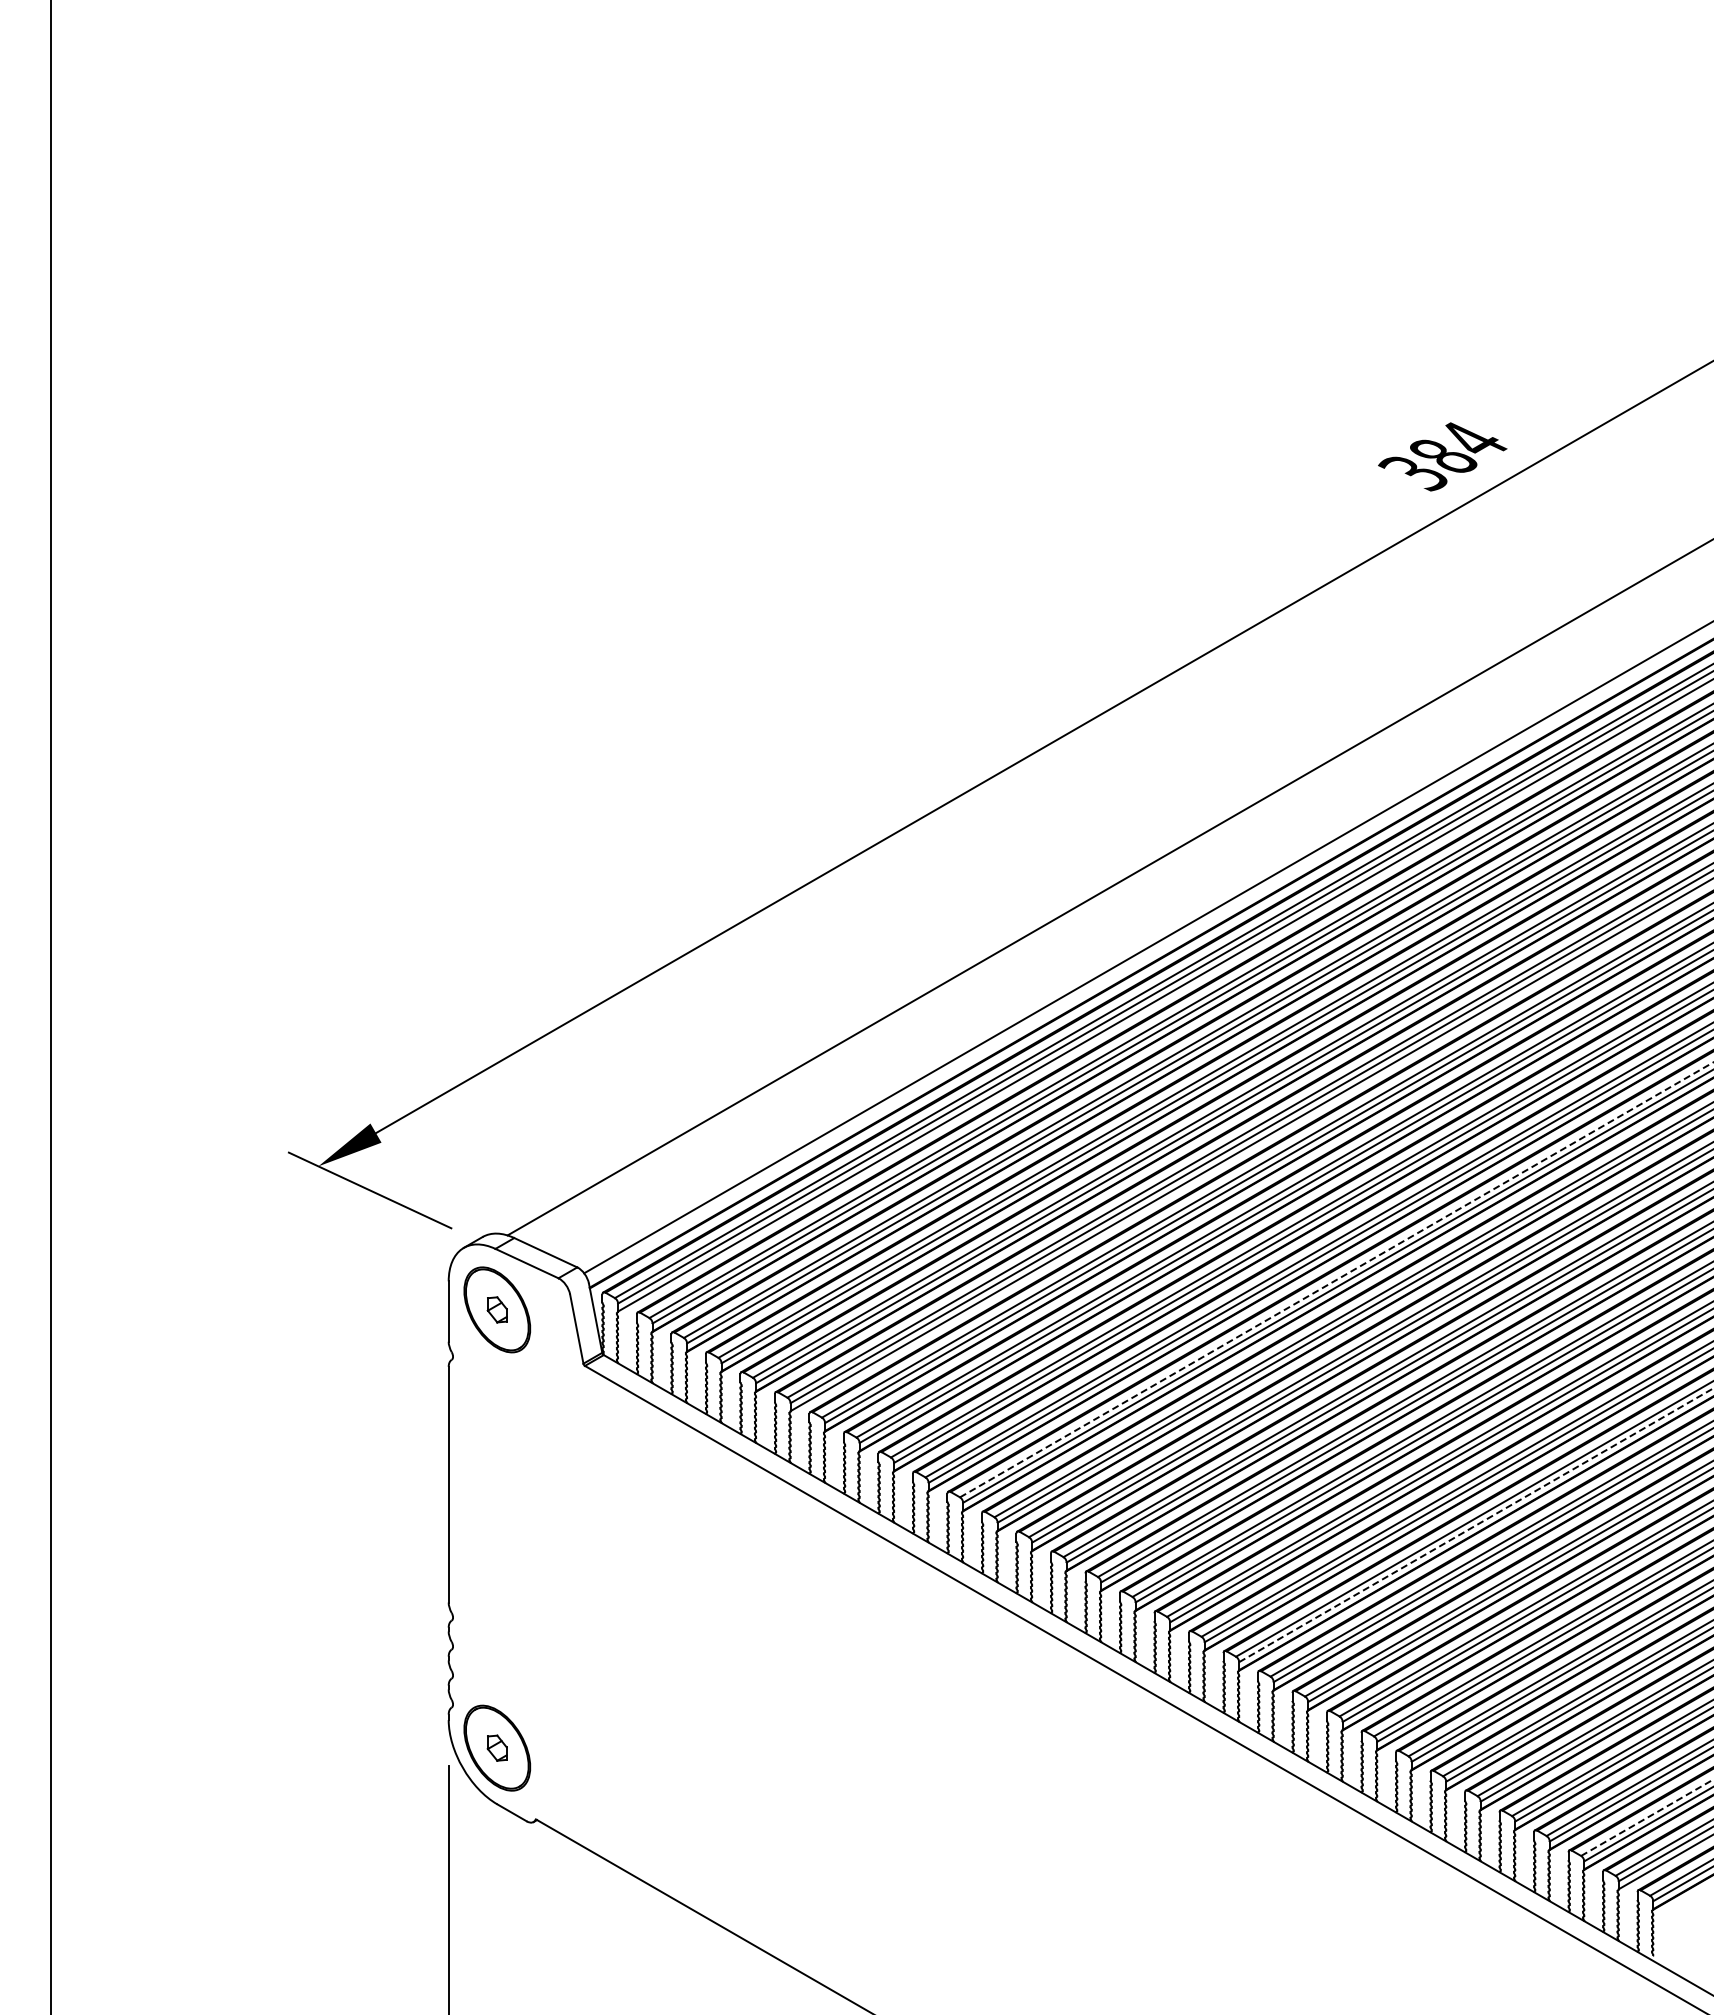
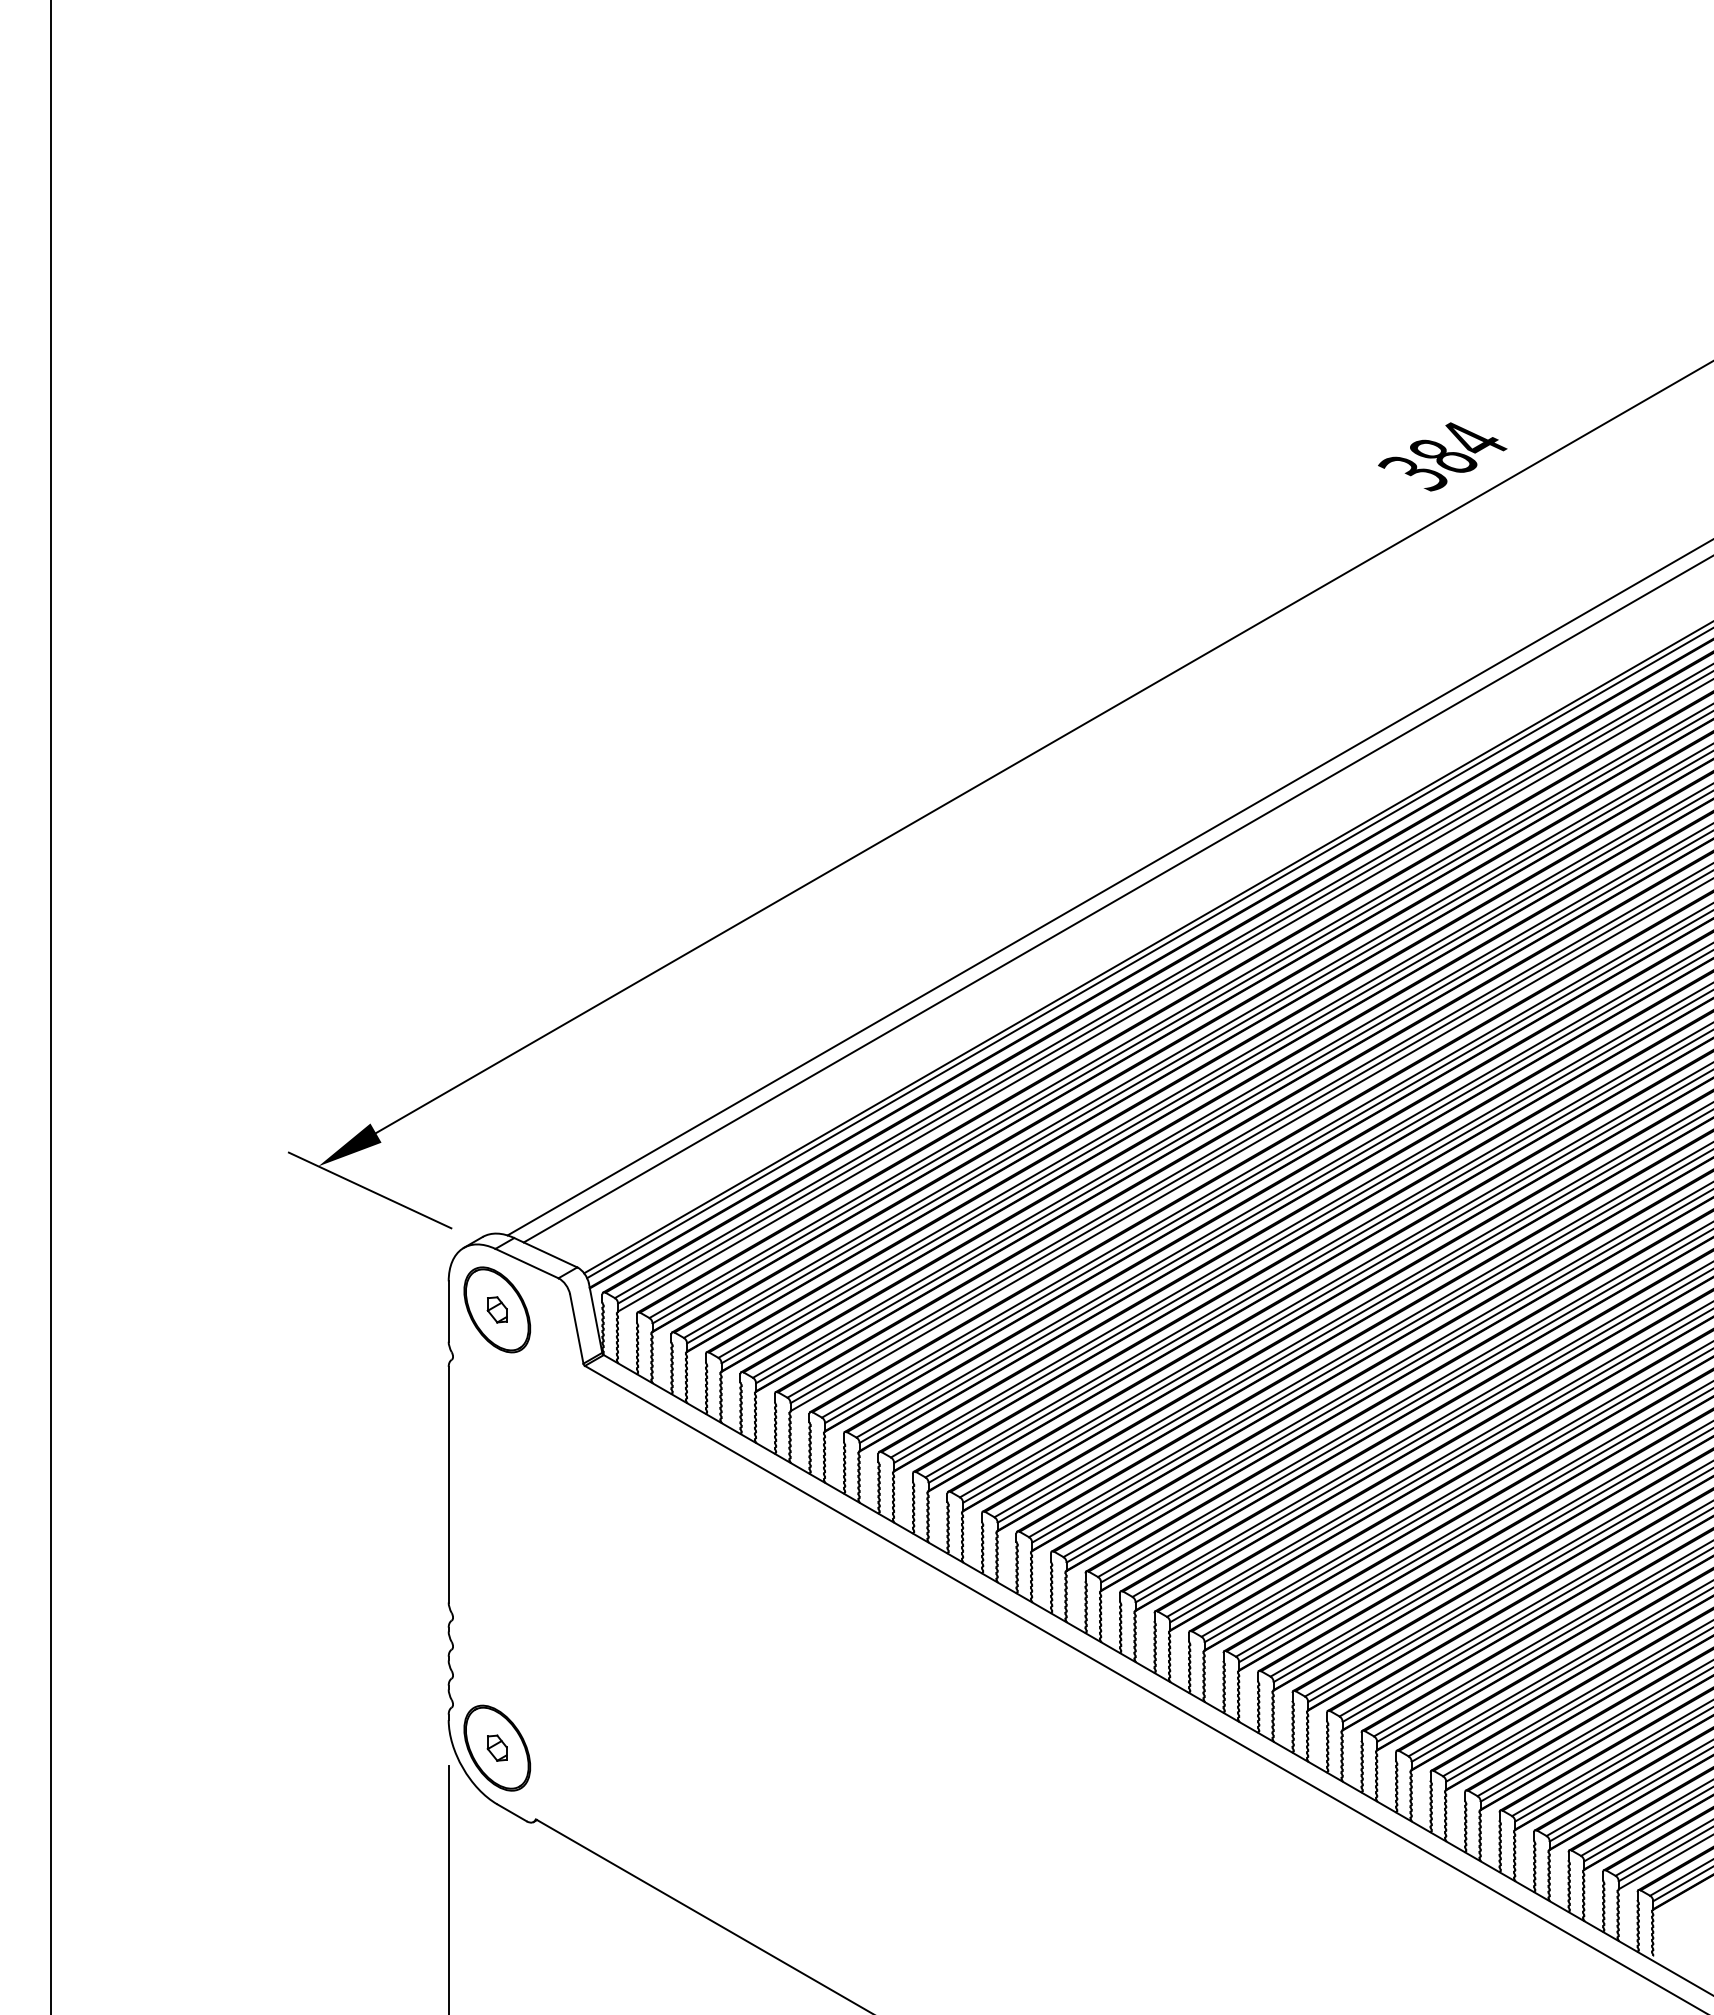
line at (1116, 899): none -> present
line at (1148, 953): none -> present
line at (1336, 1279): dashed -> solid
line at (1476, 1525): dashed -> solid
line at (1647, 1817): dashed -> solid
